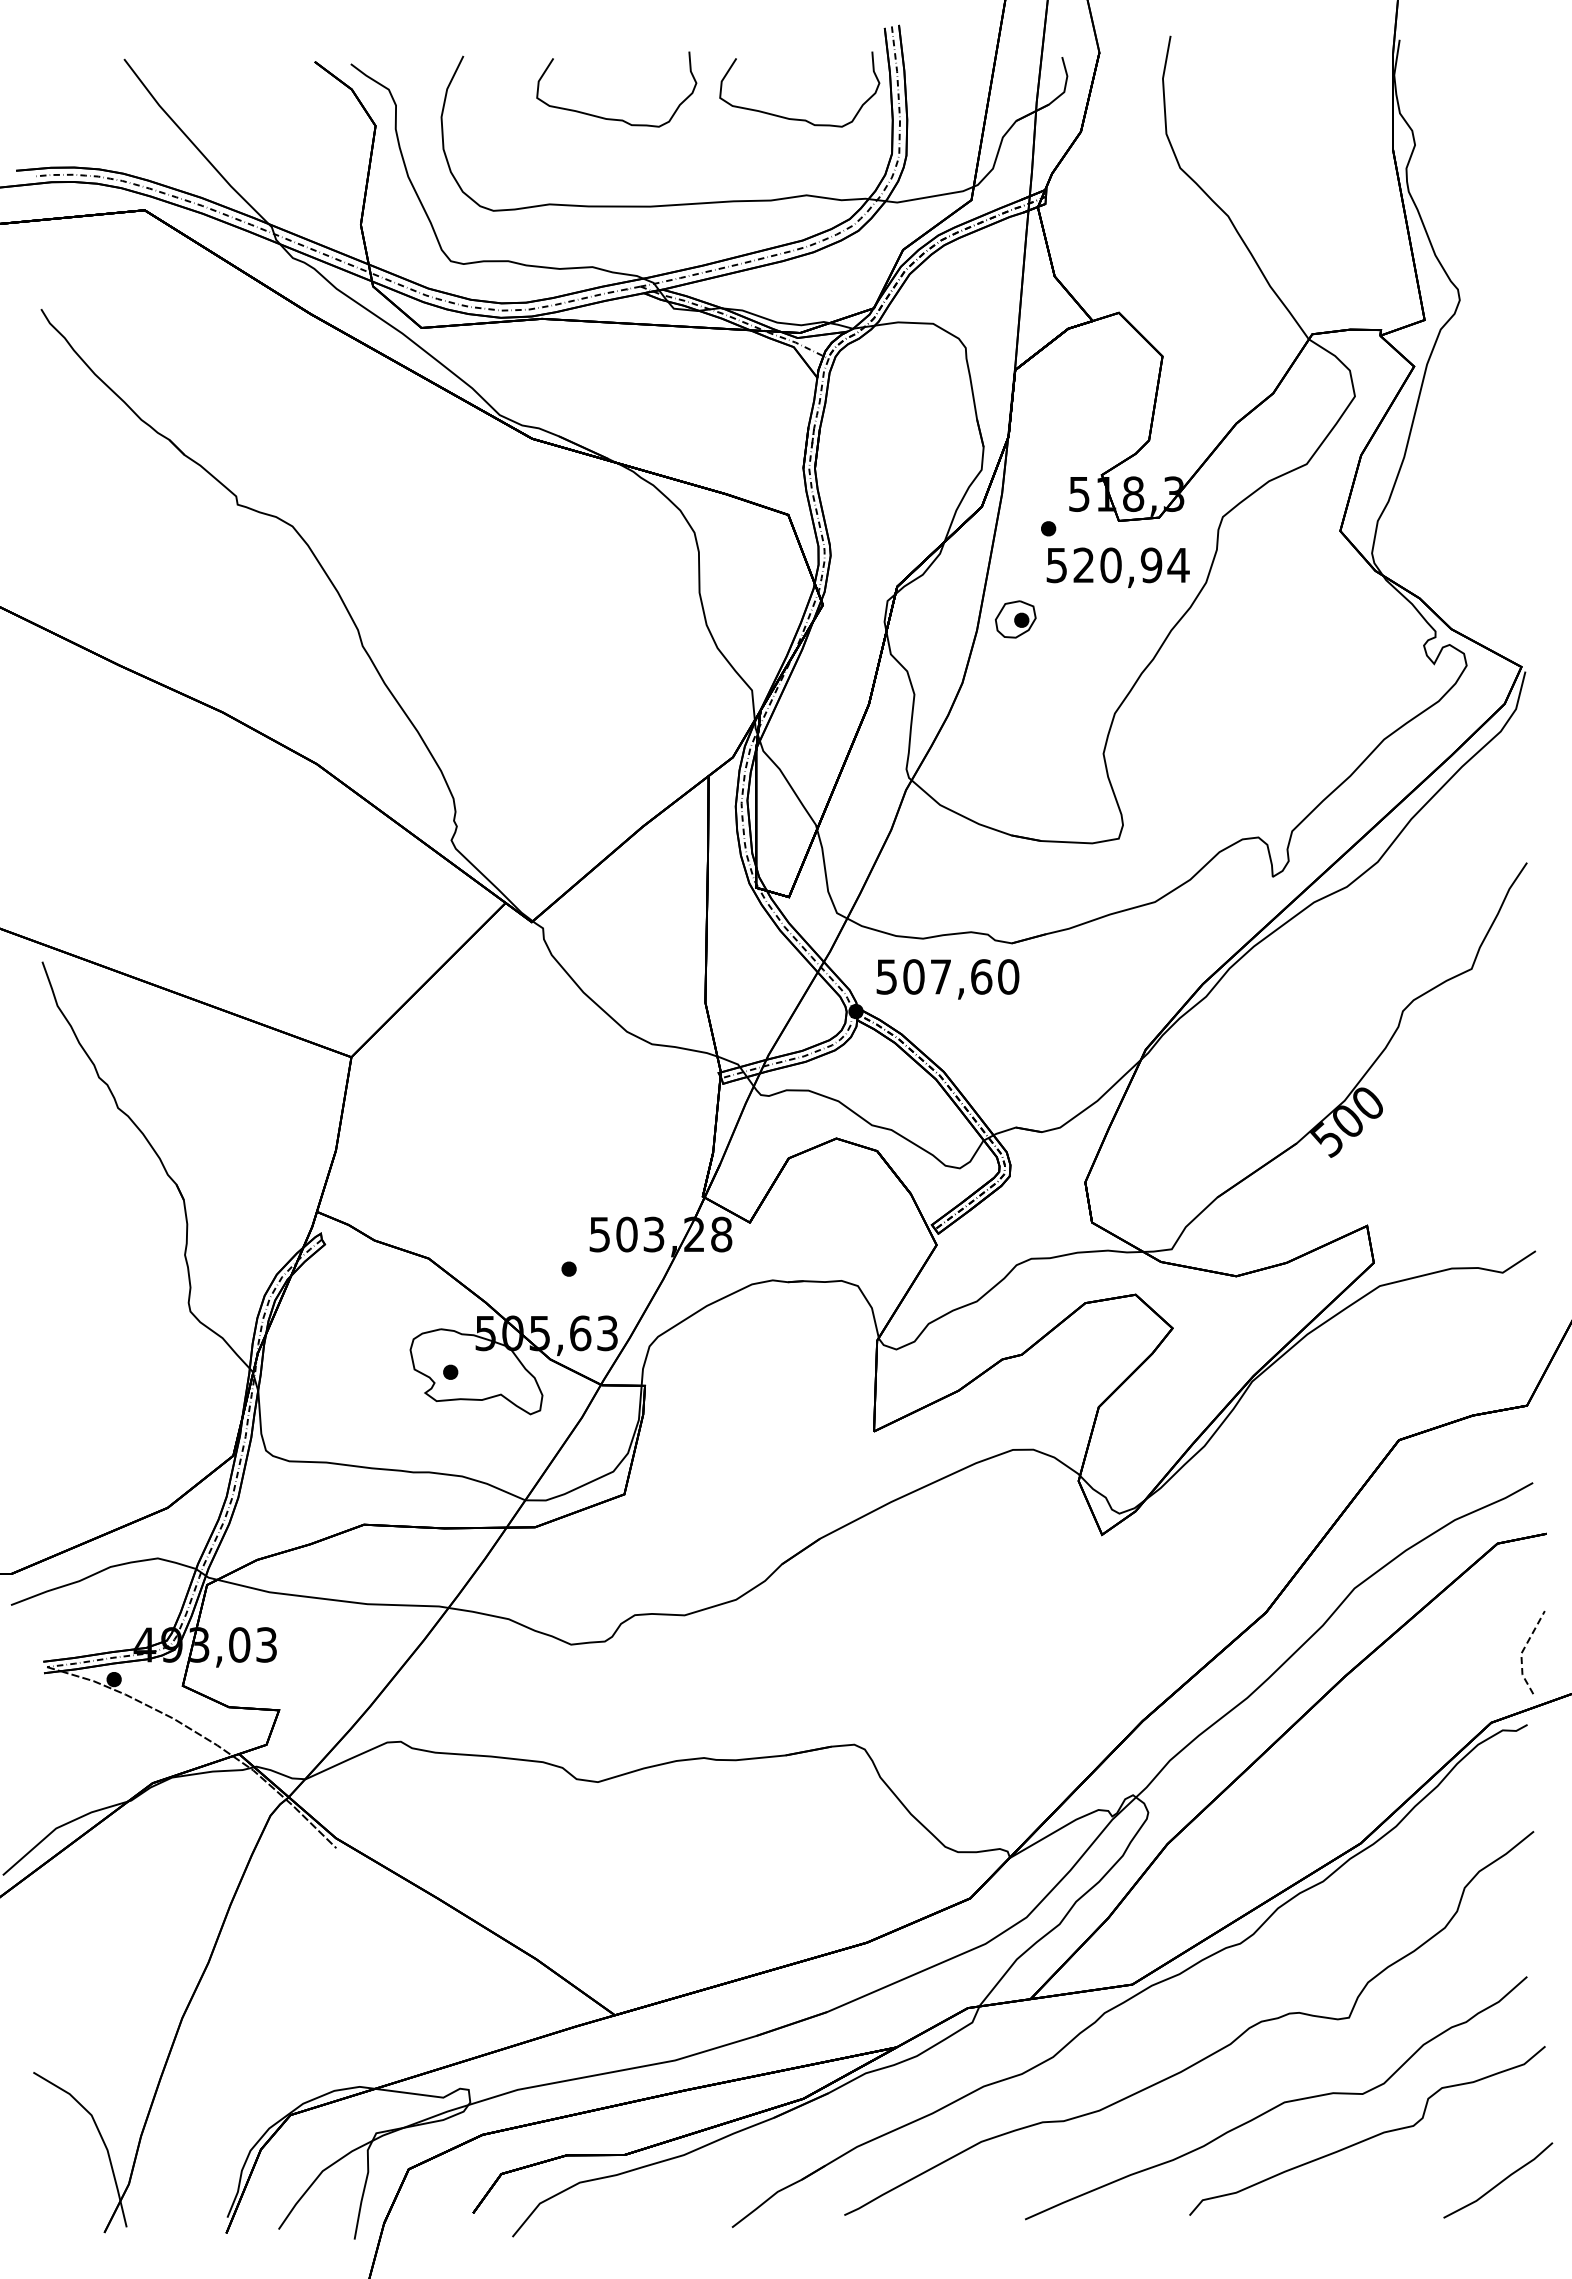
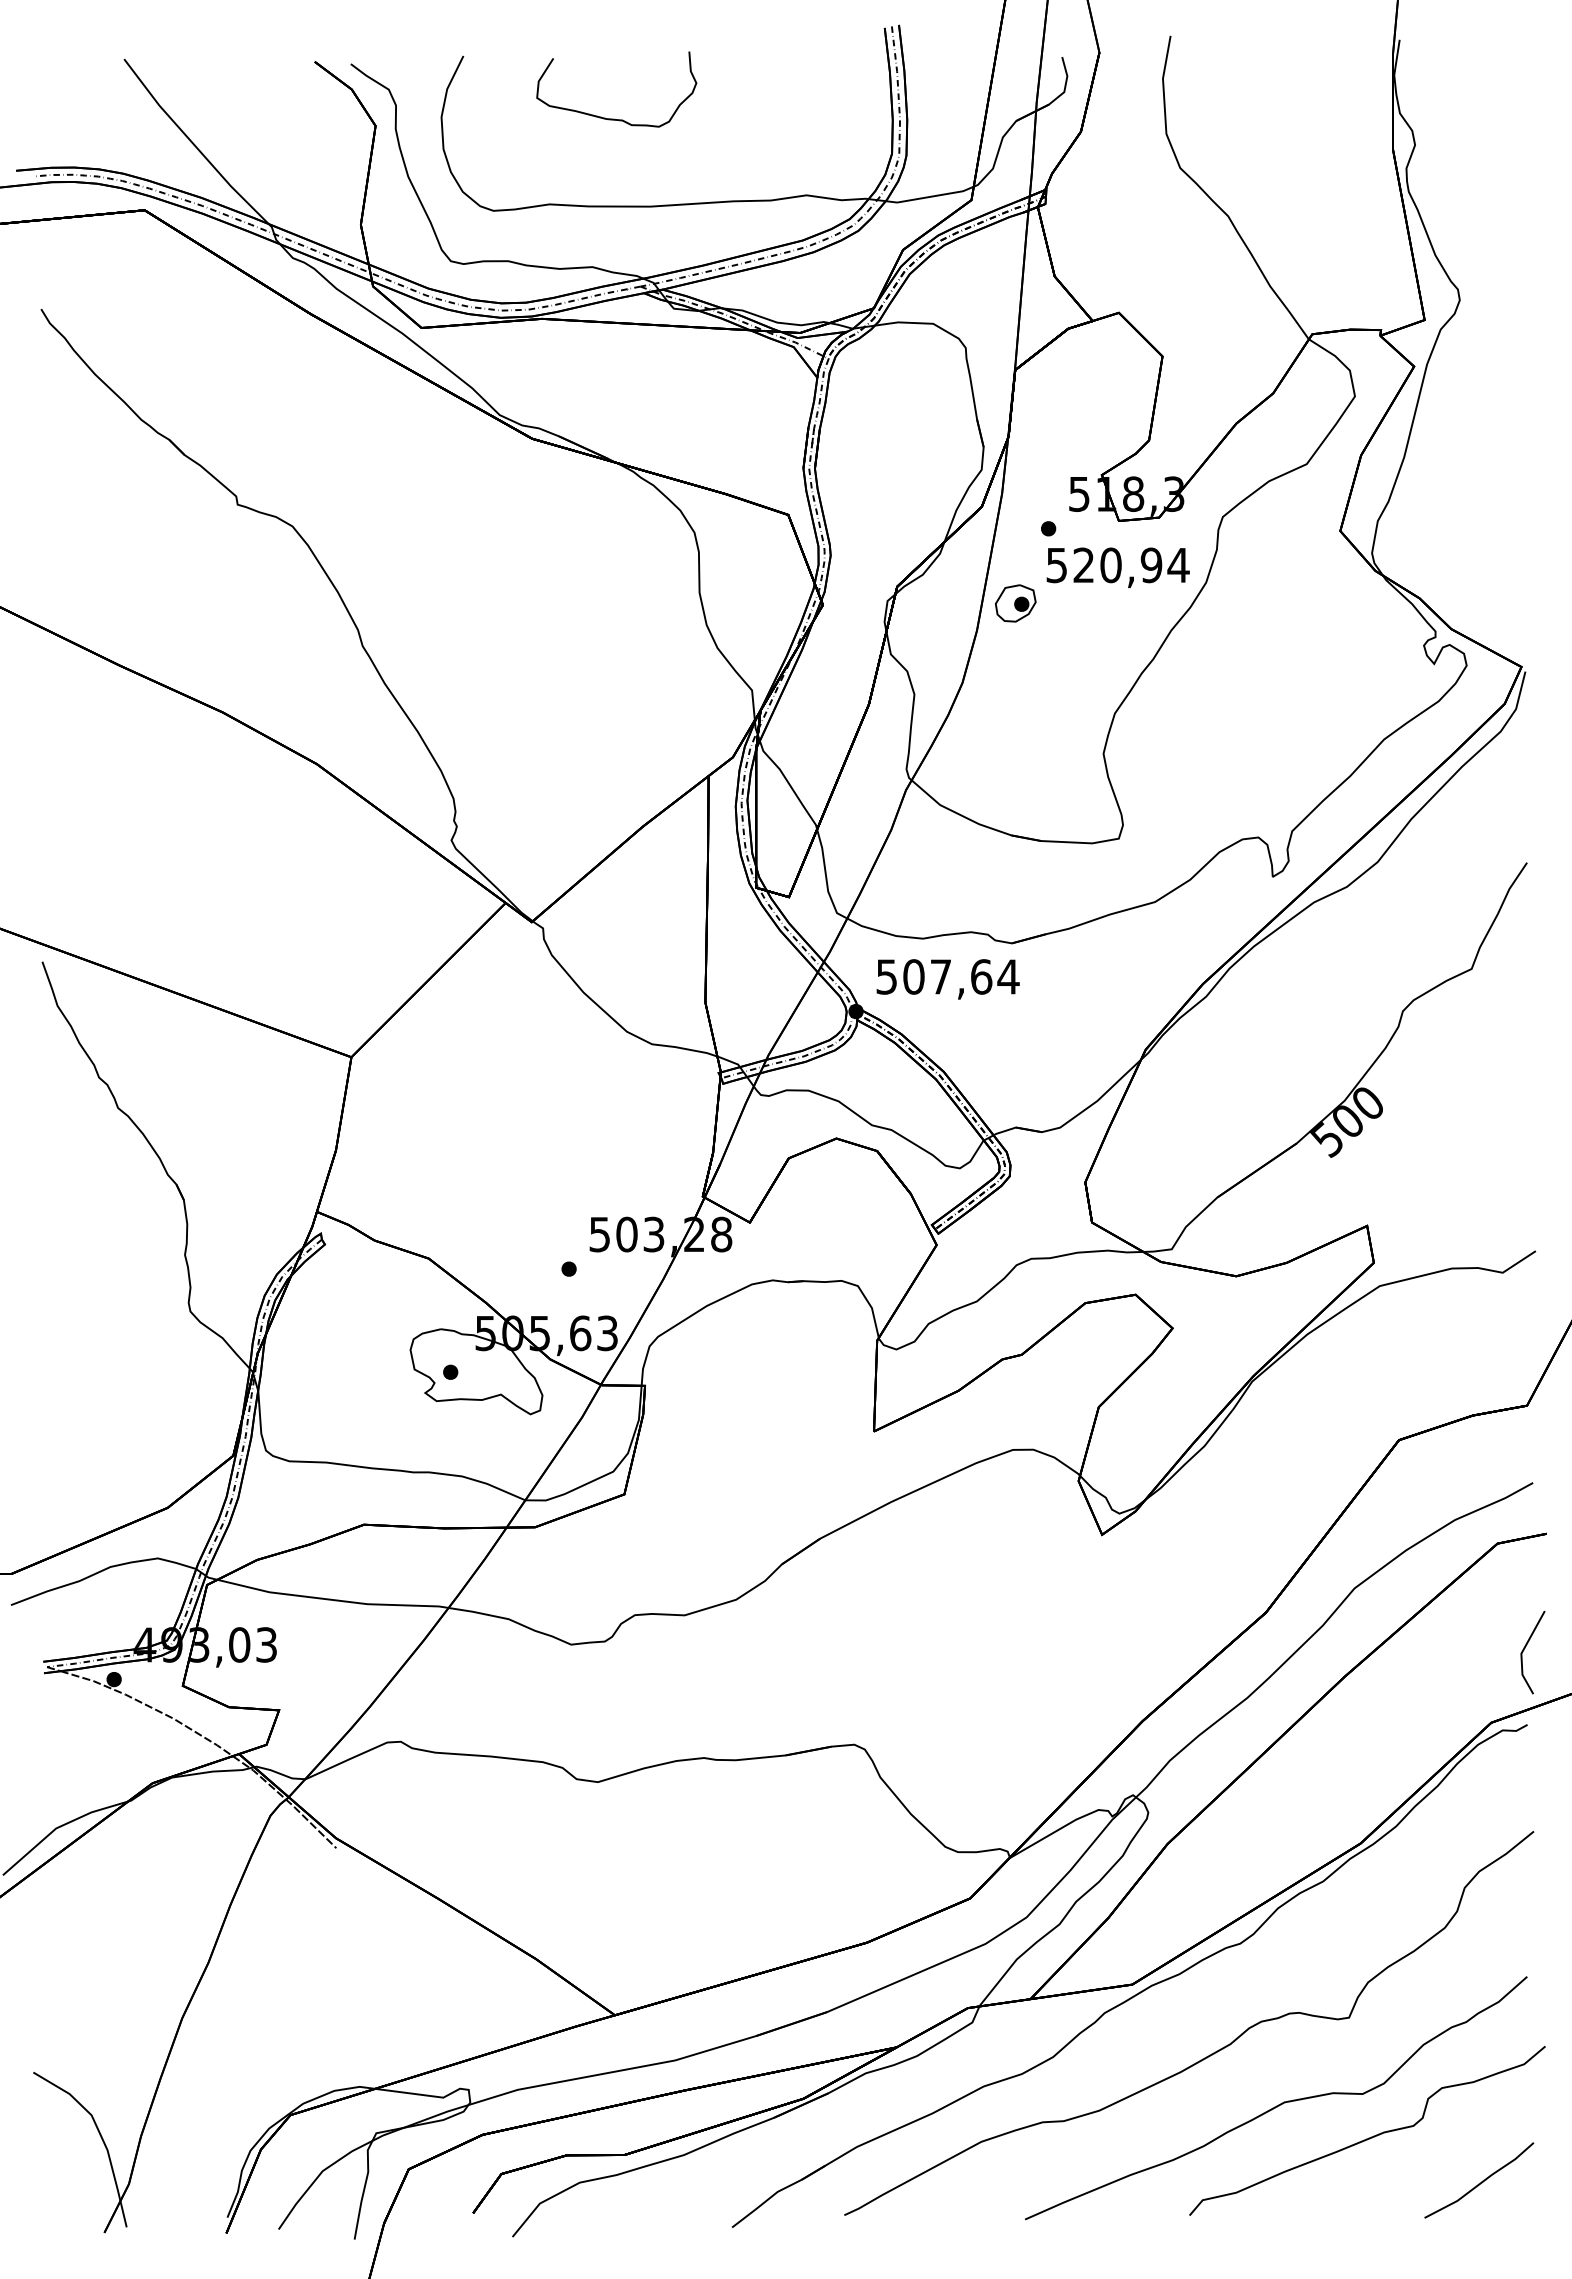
curve at (797, 118): present -> none
part at (1015, 619) position: (1015, 619) -> (1015, 603)
text at (1008, 976): 507,60 -> 507,64
line at (1521, 1652): dashed -> solid
line at (1500, 2181) position: (1500, 2181) -> (1481, 2181)
